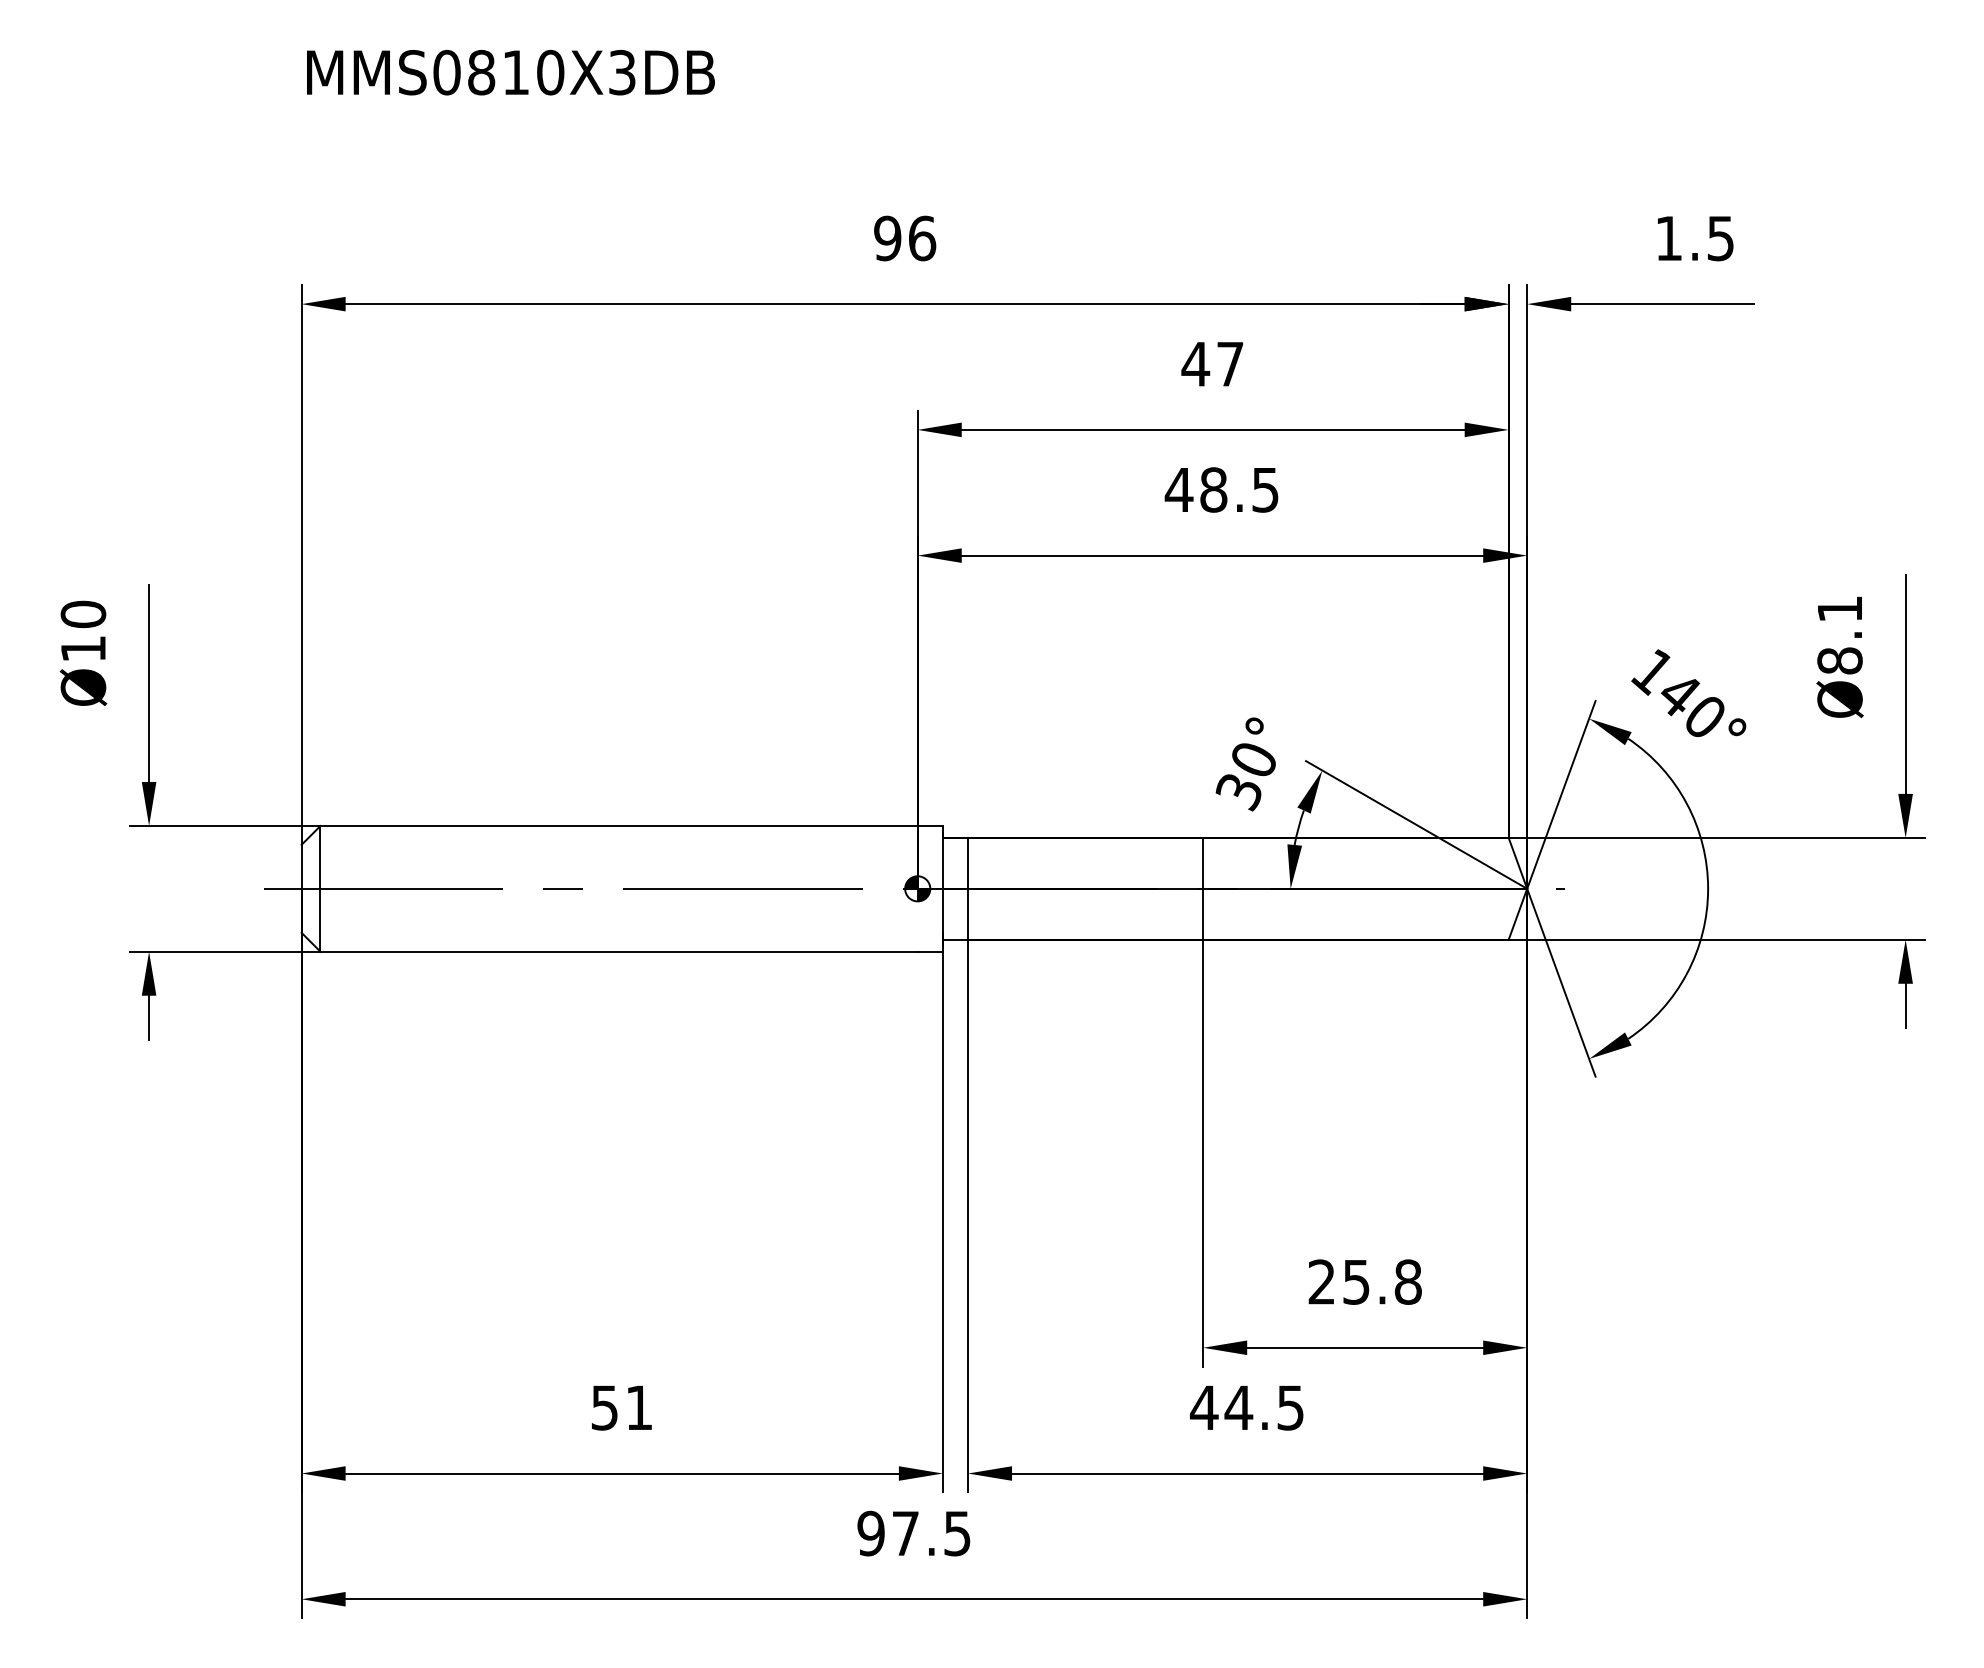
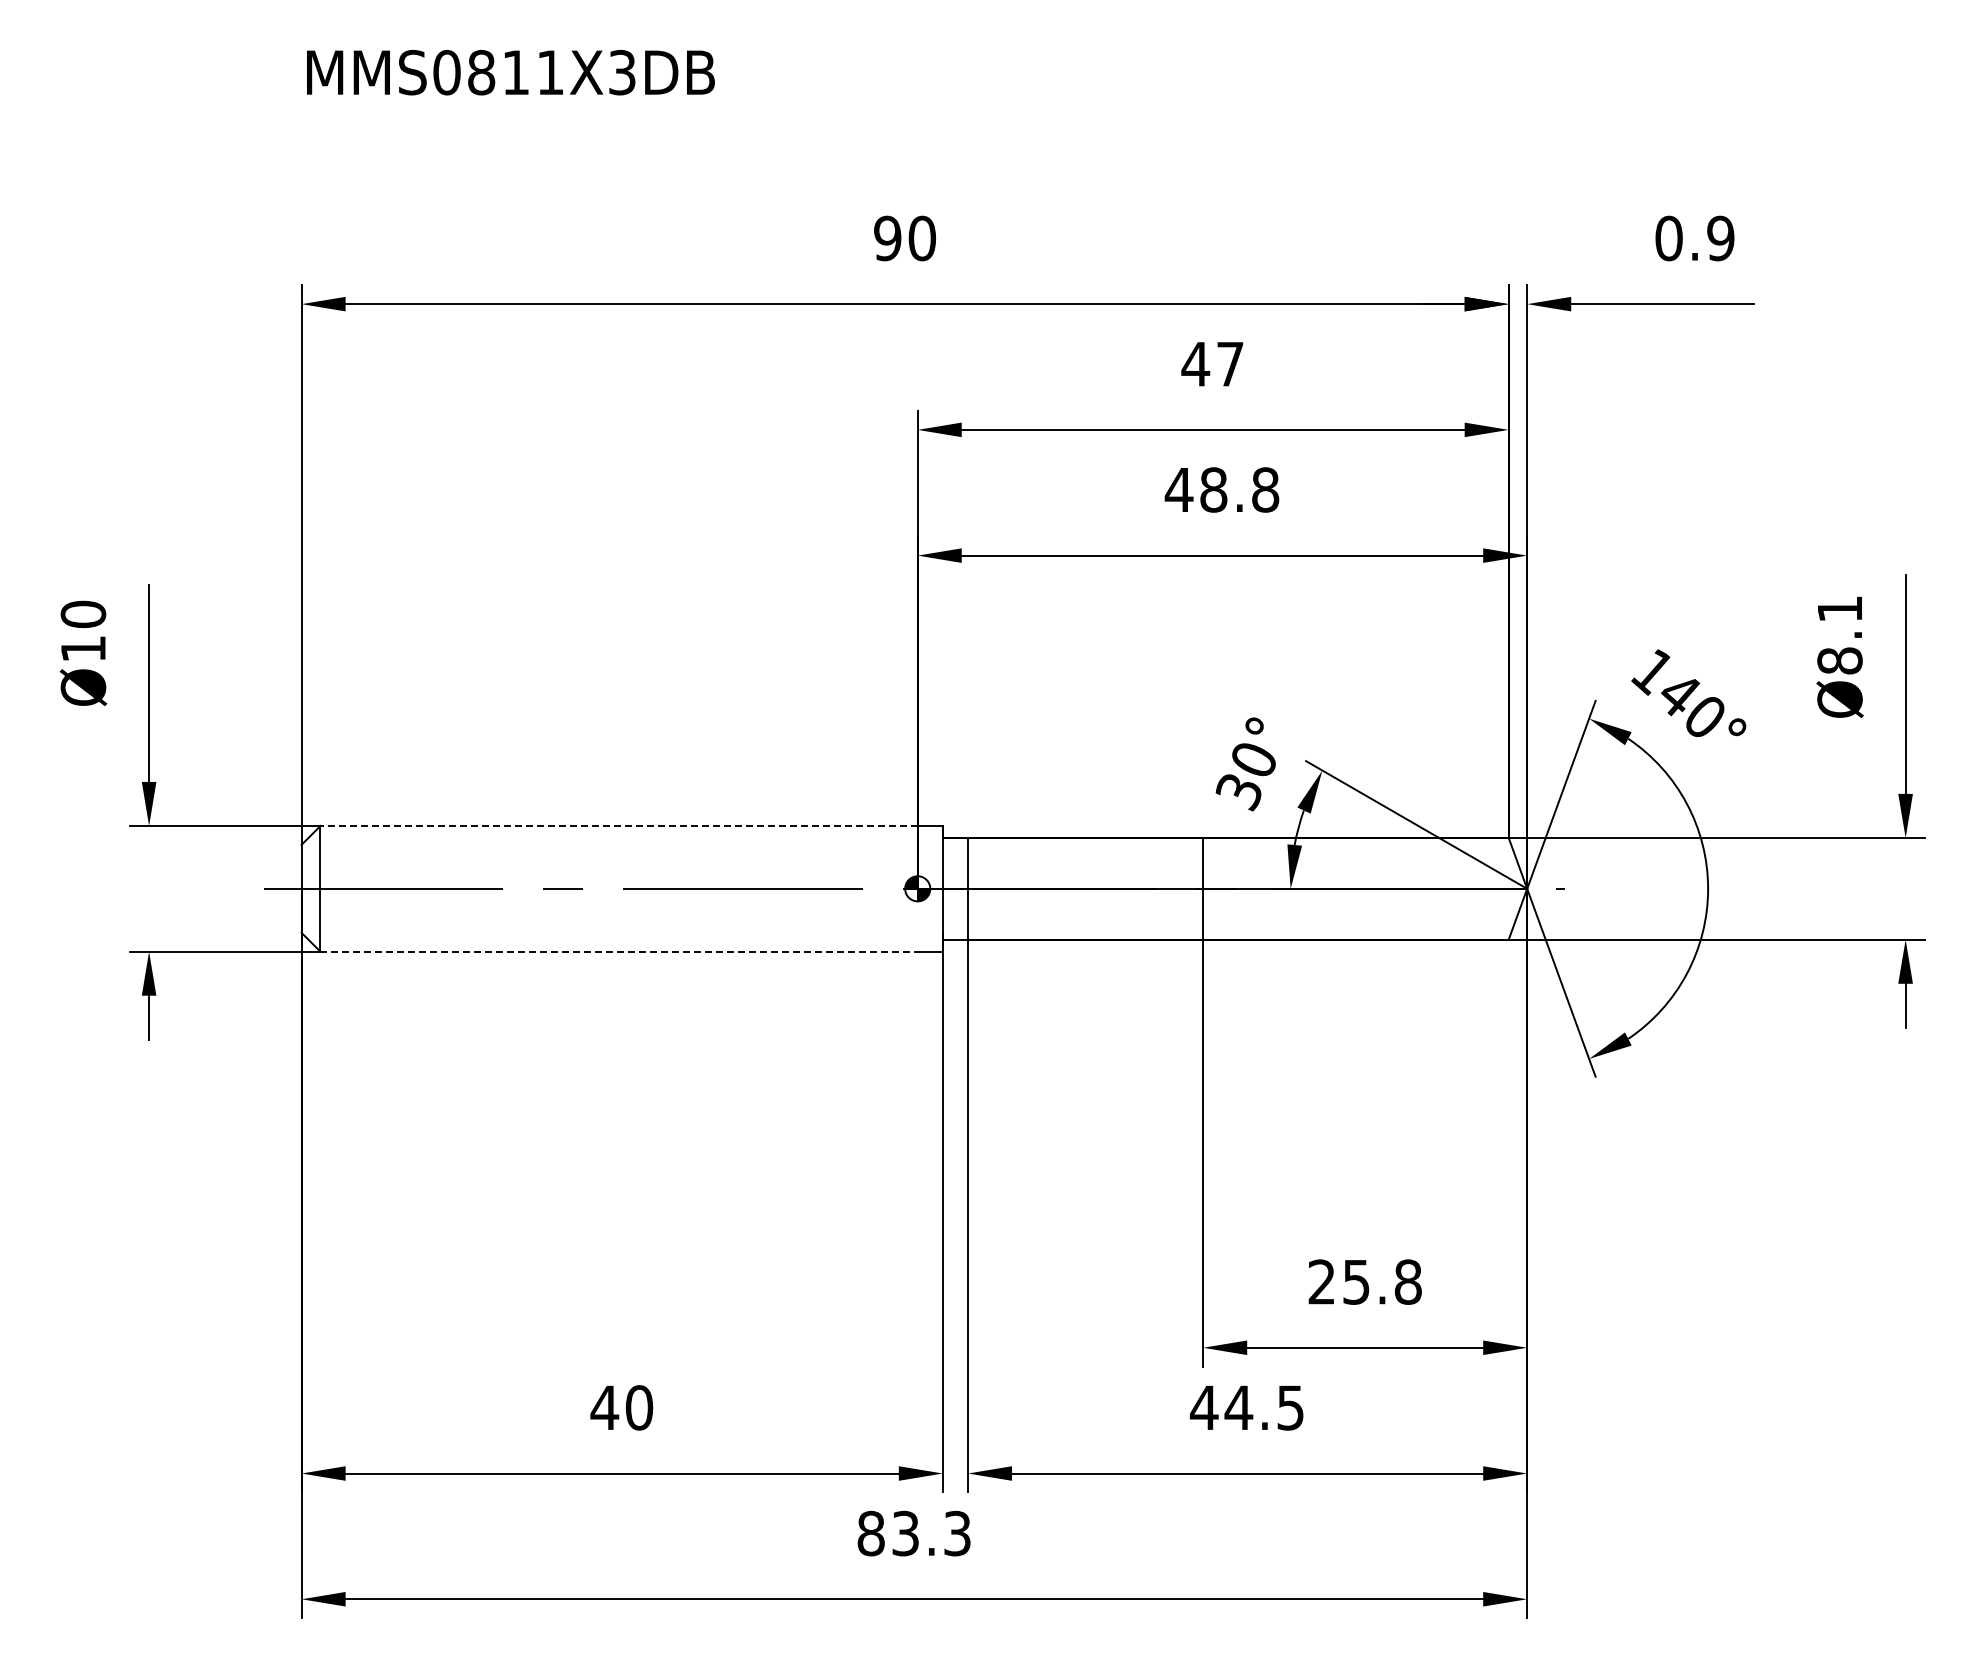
text at (550, 72): MMS0810X3DB -> MMS0811X3DB
text at (922, 238): 96 -> 90
text at (1694, 238): 1.5 -> 0.9
text at (1265, 489): 48.5 -> 48.8
line at (619, 825): solid -> dashed
line at (619, 951): solid -> dashed
text at (621, 1407): 51 -> 40
text at (913, 1533): 97.5 -> 83.3
